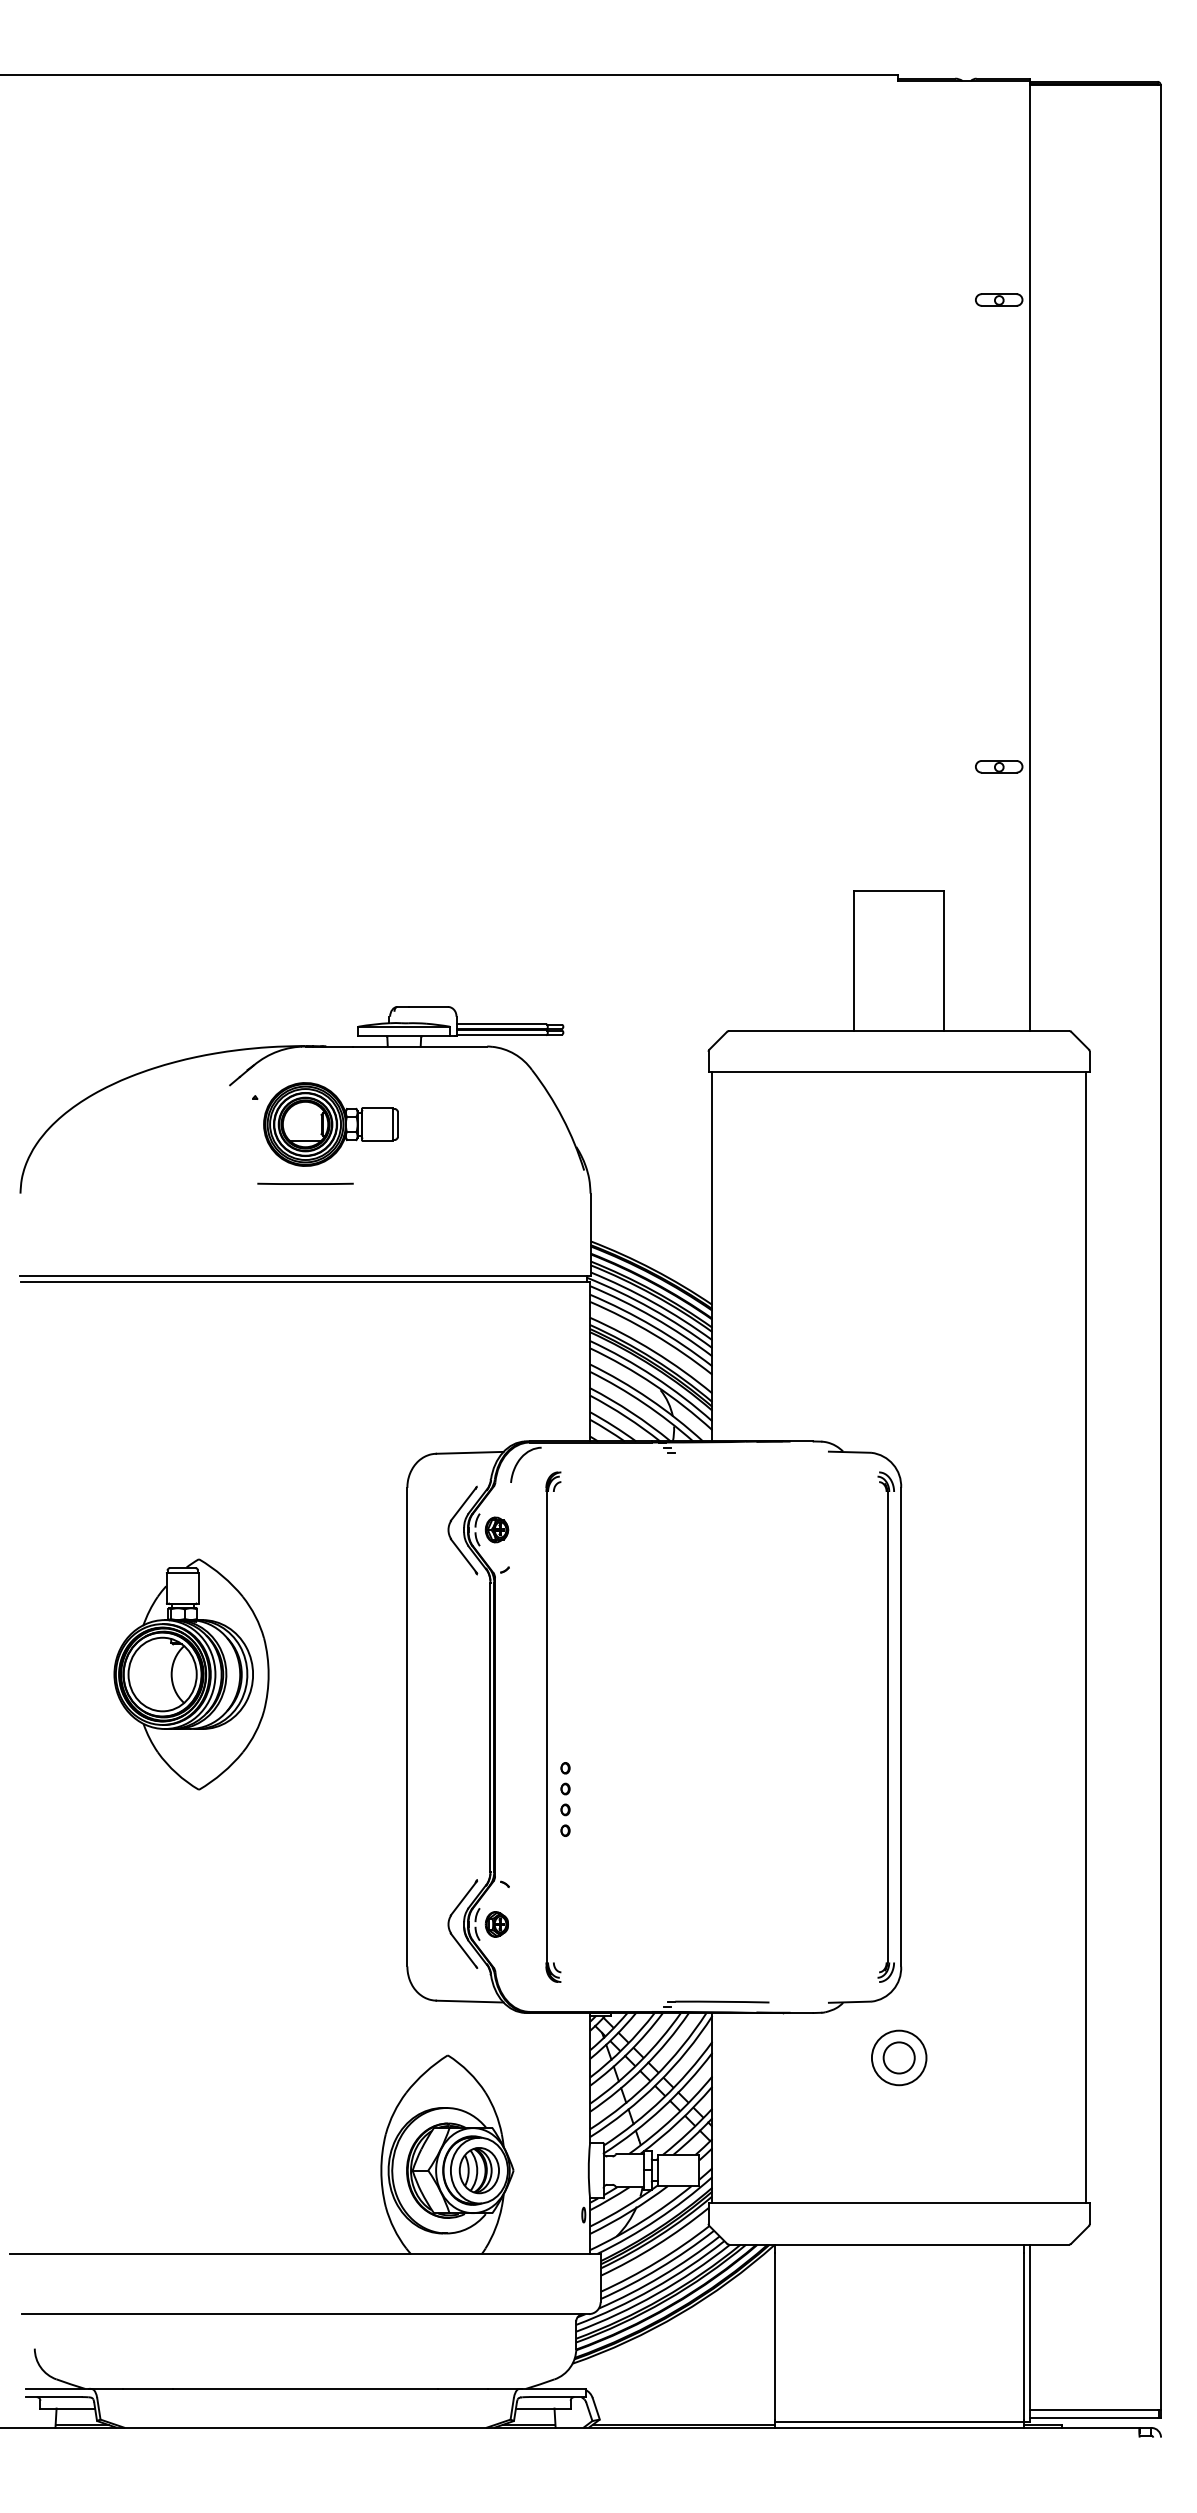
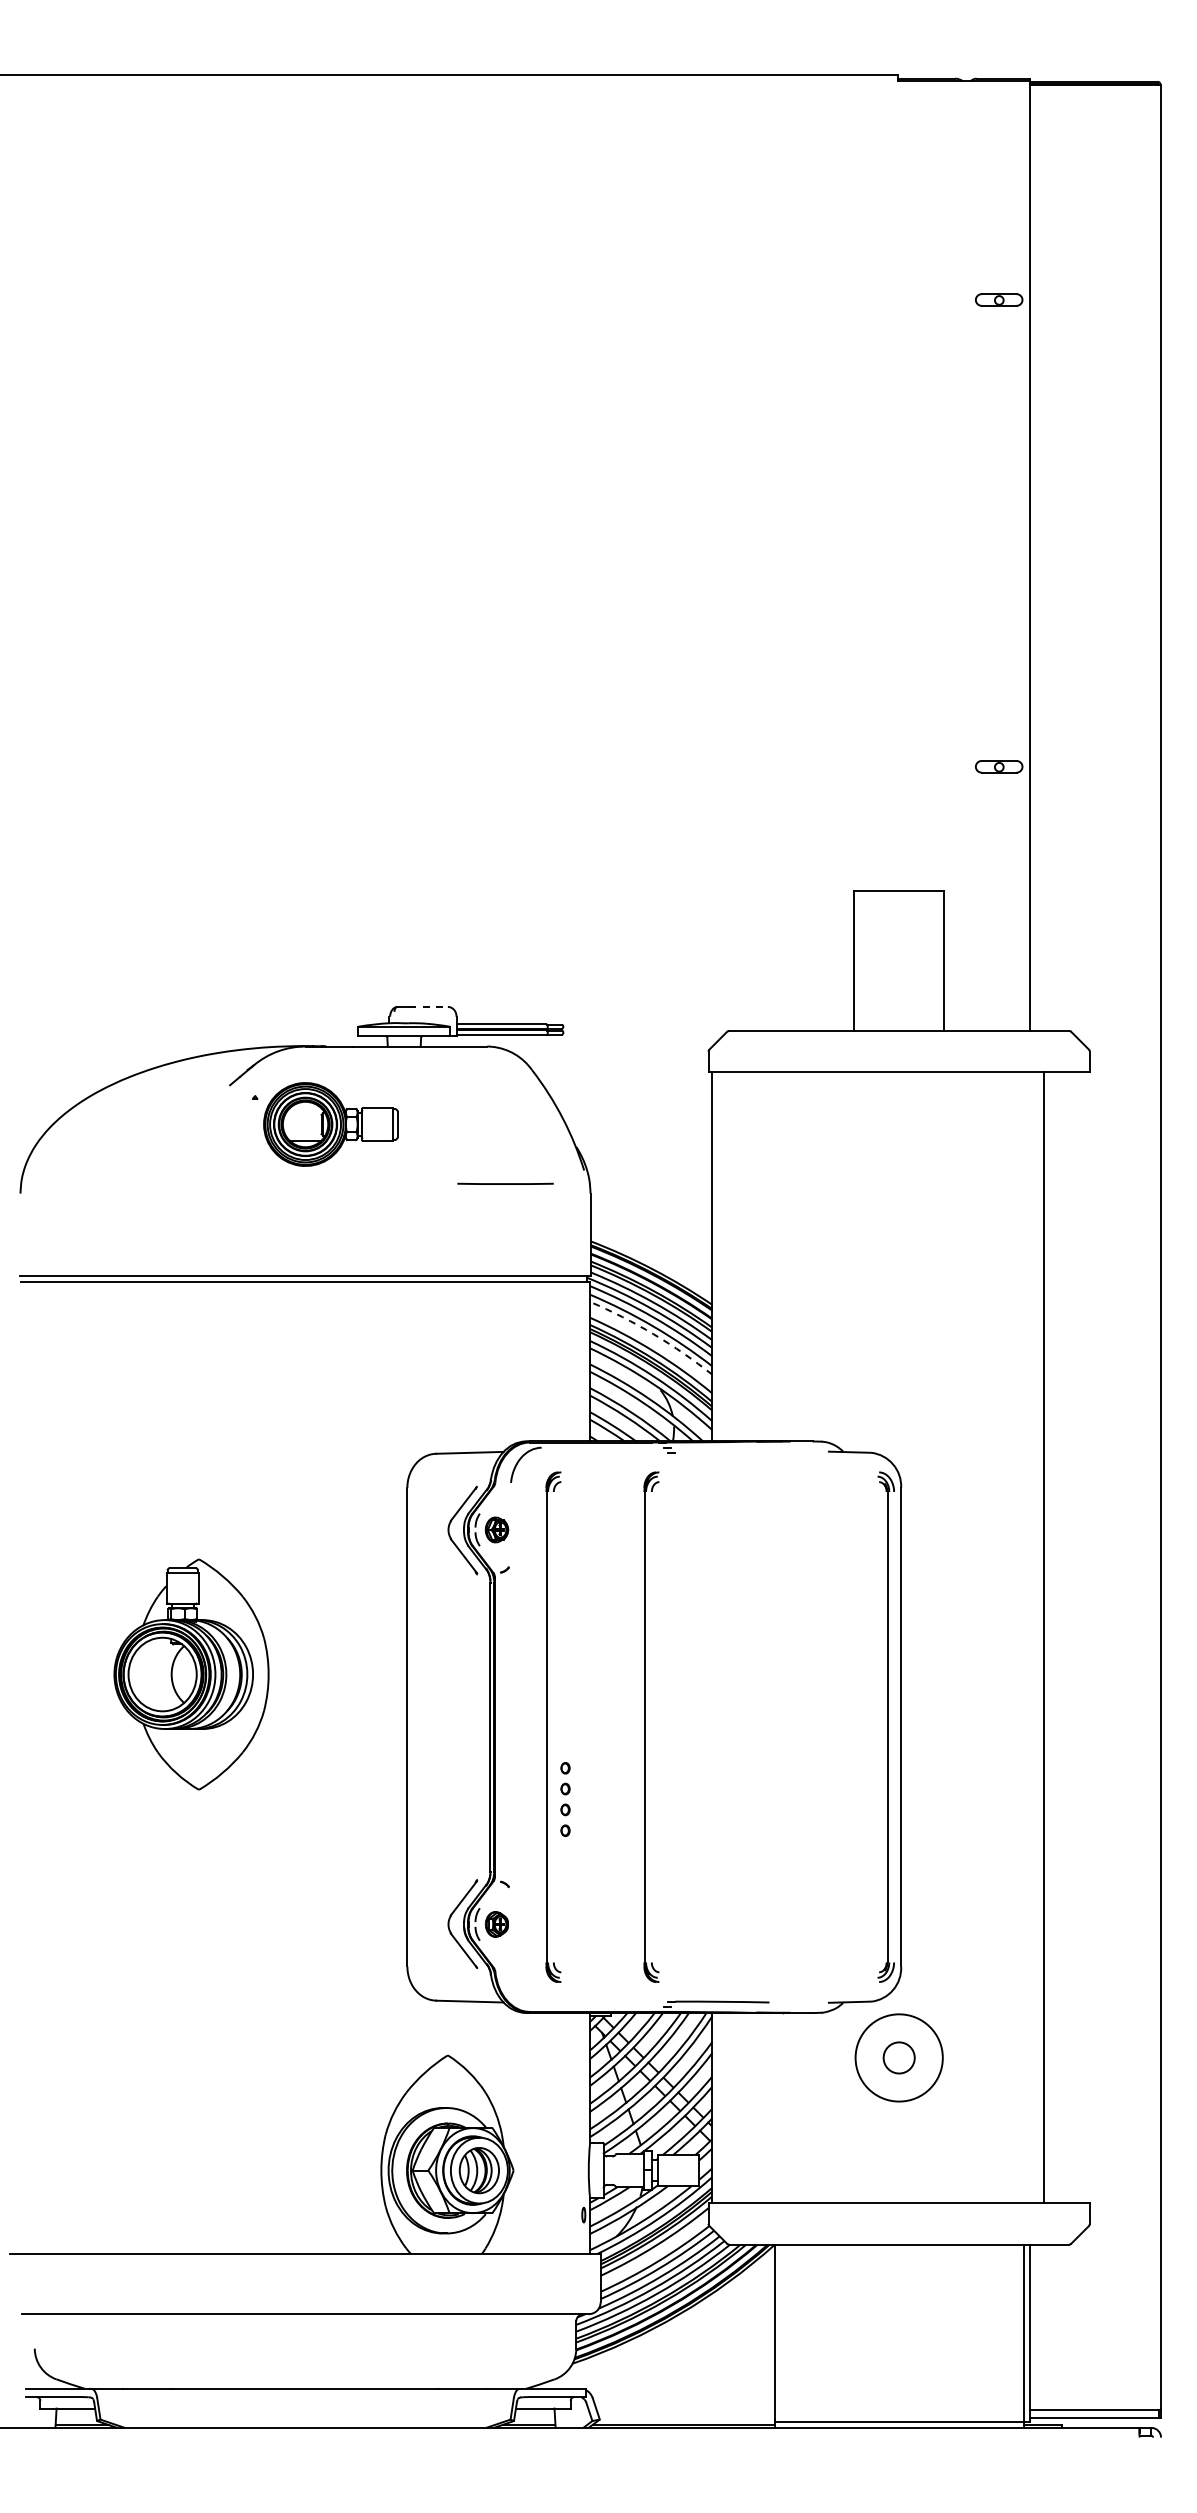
line at (429, 1006): solid -> dashed
line at (305, 1183) position: (305, 1183) -> (505, 1183)
arc at (653, 1334): solid -> dashed
line at (1085, 1637) position: (1085, 1637) -> (1043, 1637)
part at (651, 1726): none -> present
circle at (898, 2057) diameter: 55 px -> 87 px
